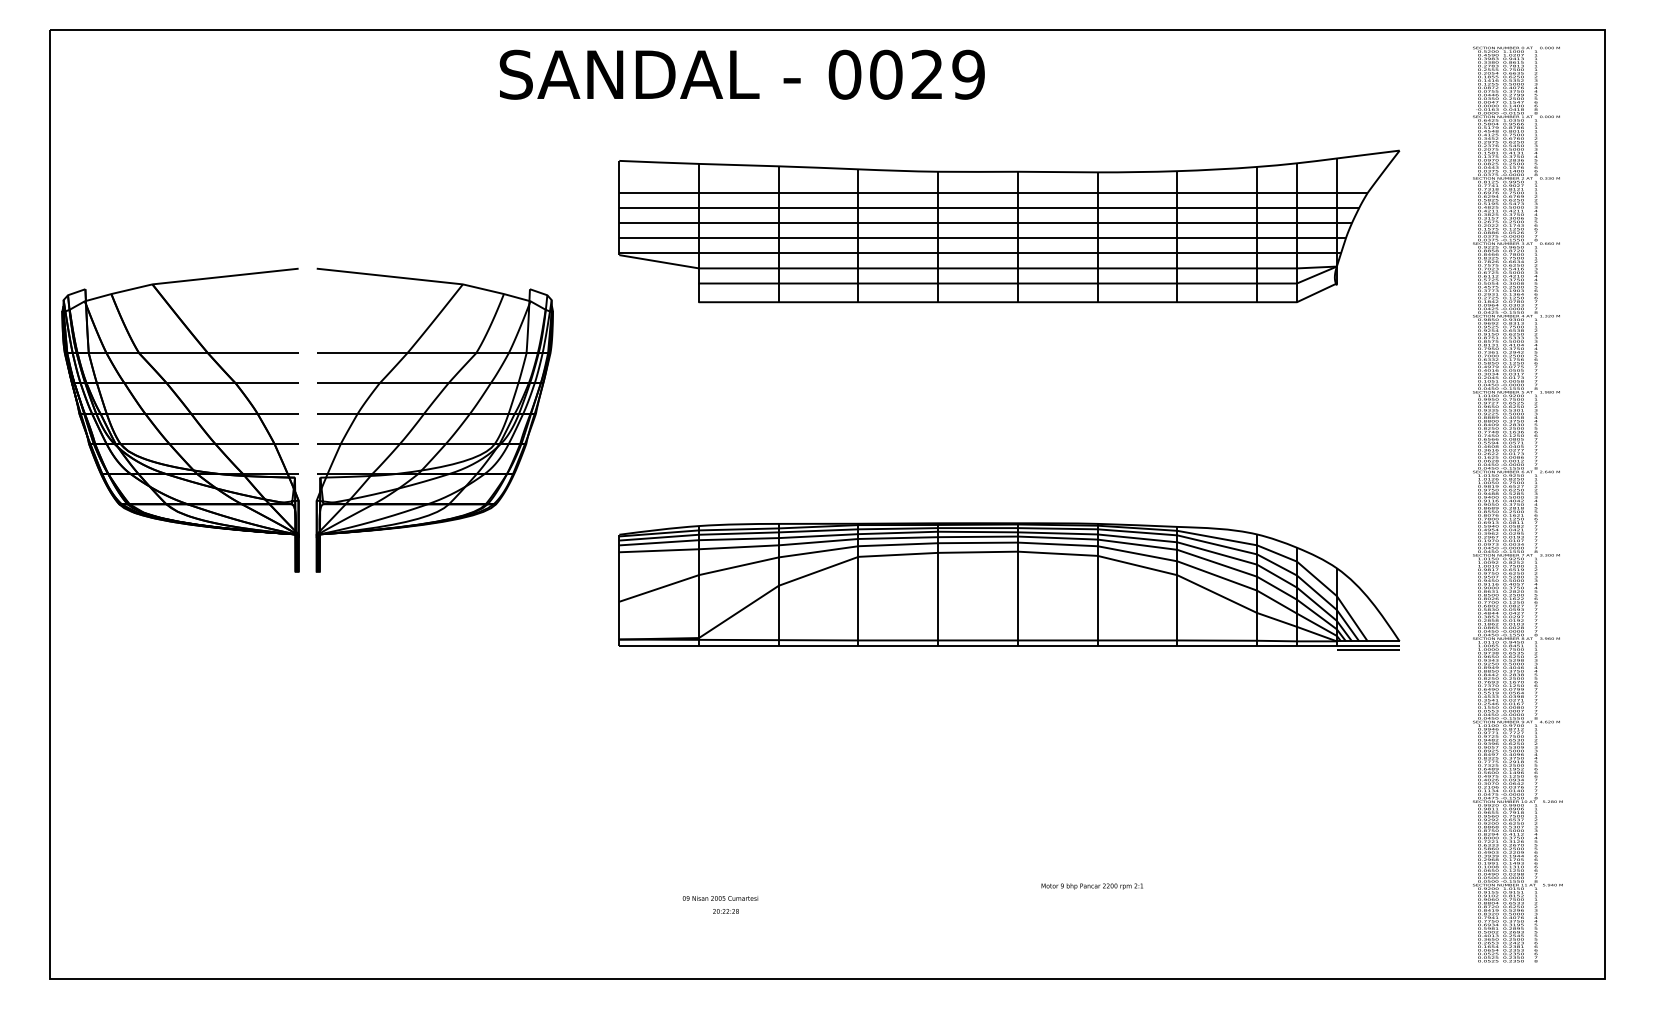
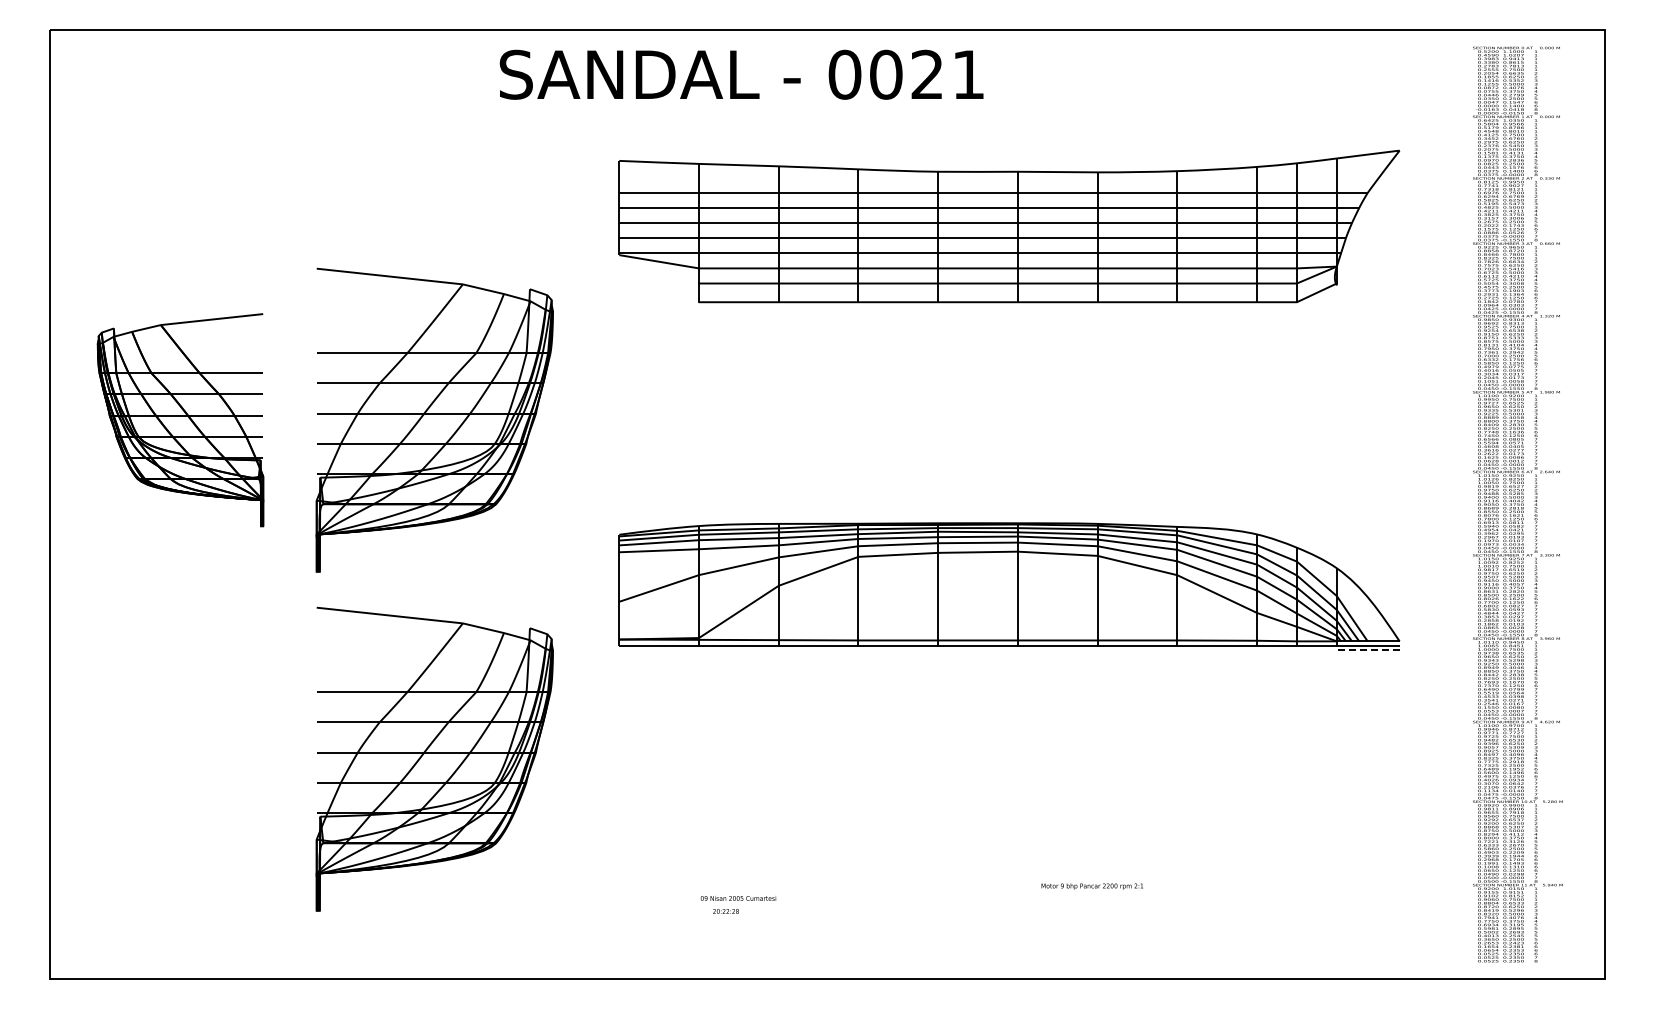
text at (968, 74): 0029 -> 0021
part at (180, 419) size: 239x306 px -> 169x215 px
line at (1367, 650): solid -> dashed
part at (434, 758): none -> present
text at (720, 898) position: (720, 898) -> (738, 898)
